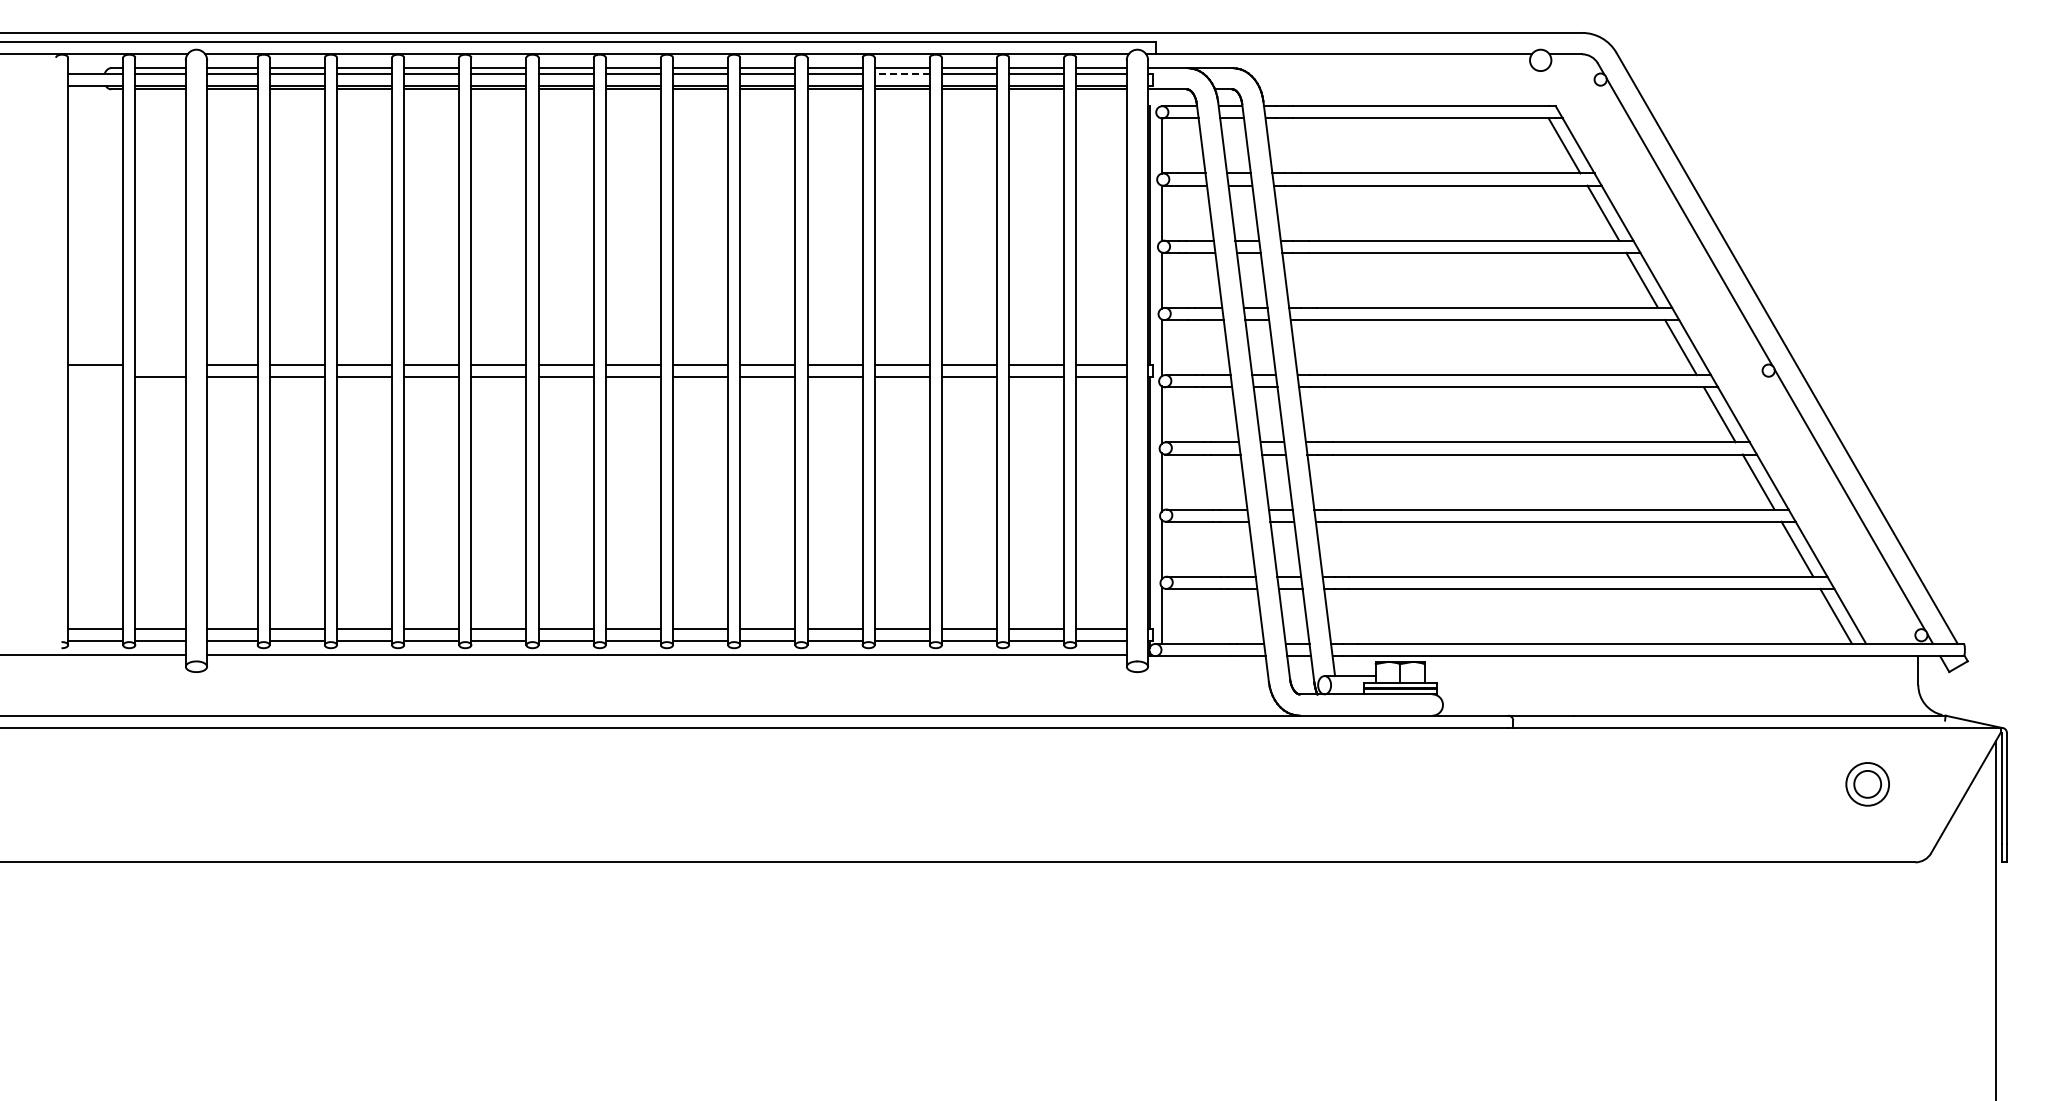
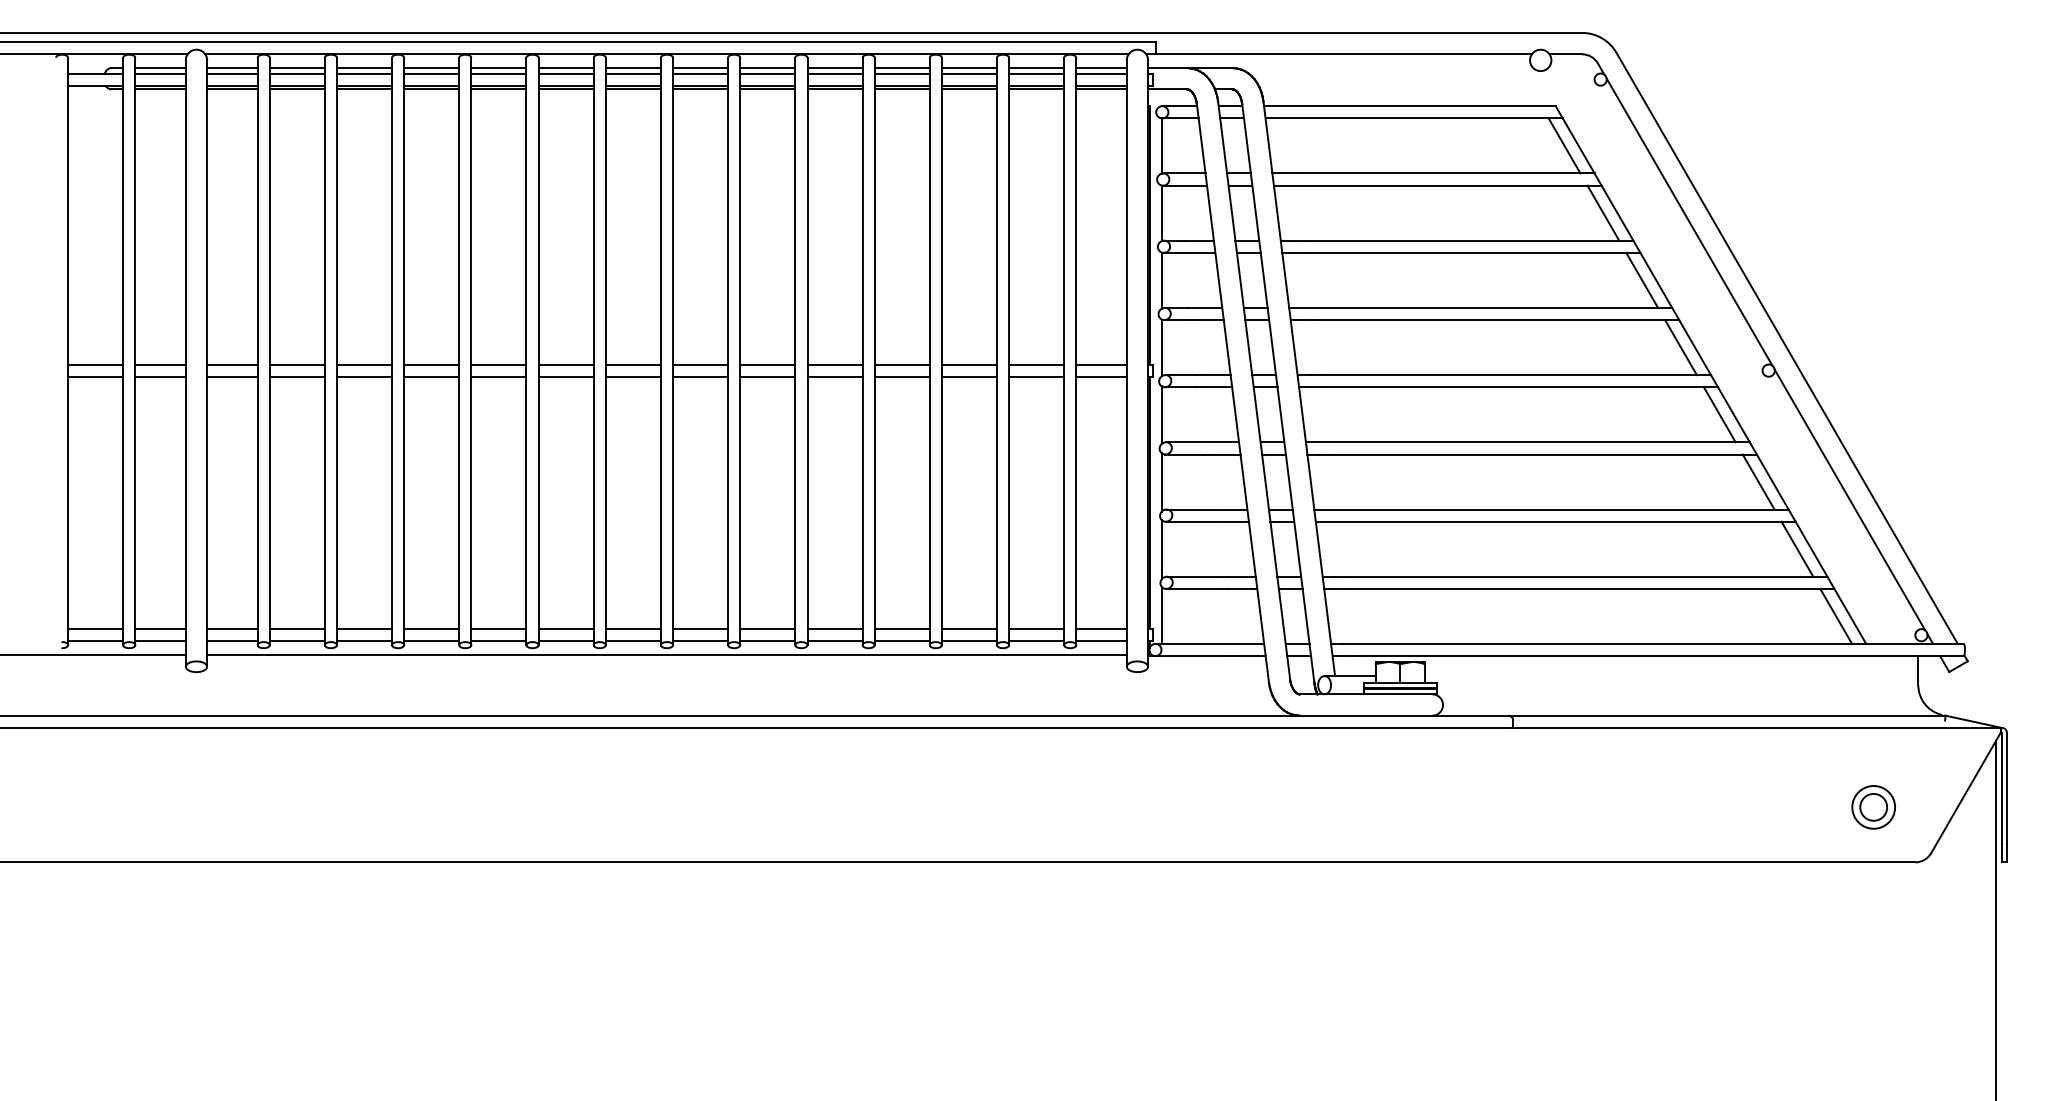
line at (901, 73): dashed -> solid
line at (160, 364): none -> present
line at (95, 376): none -> present
part at (1867, 784) position: (1867, 784) -> (1873, 807)
